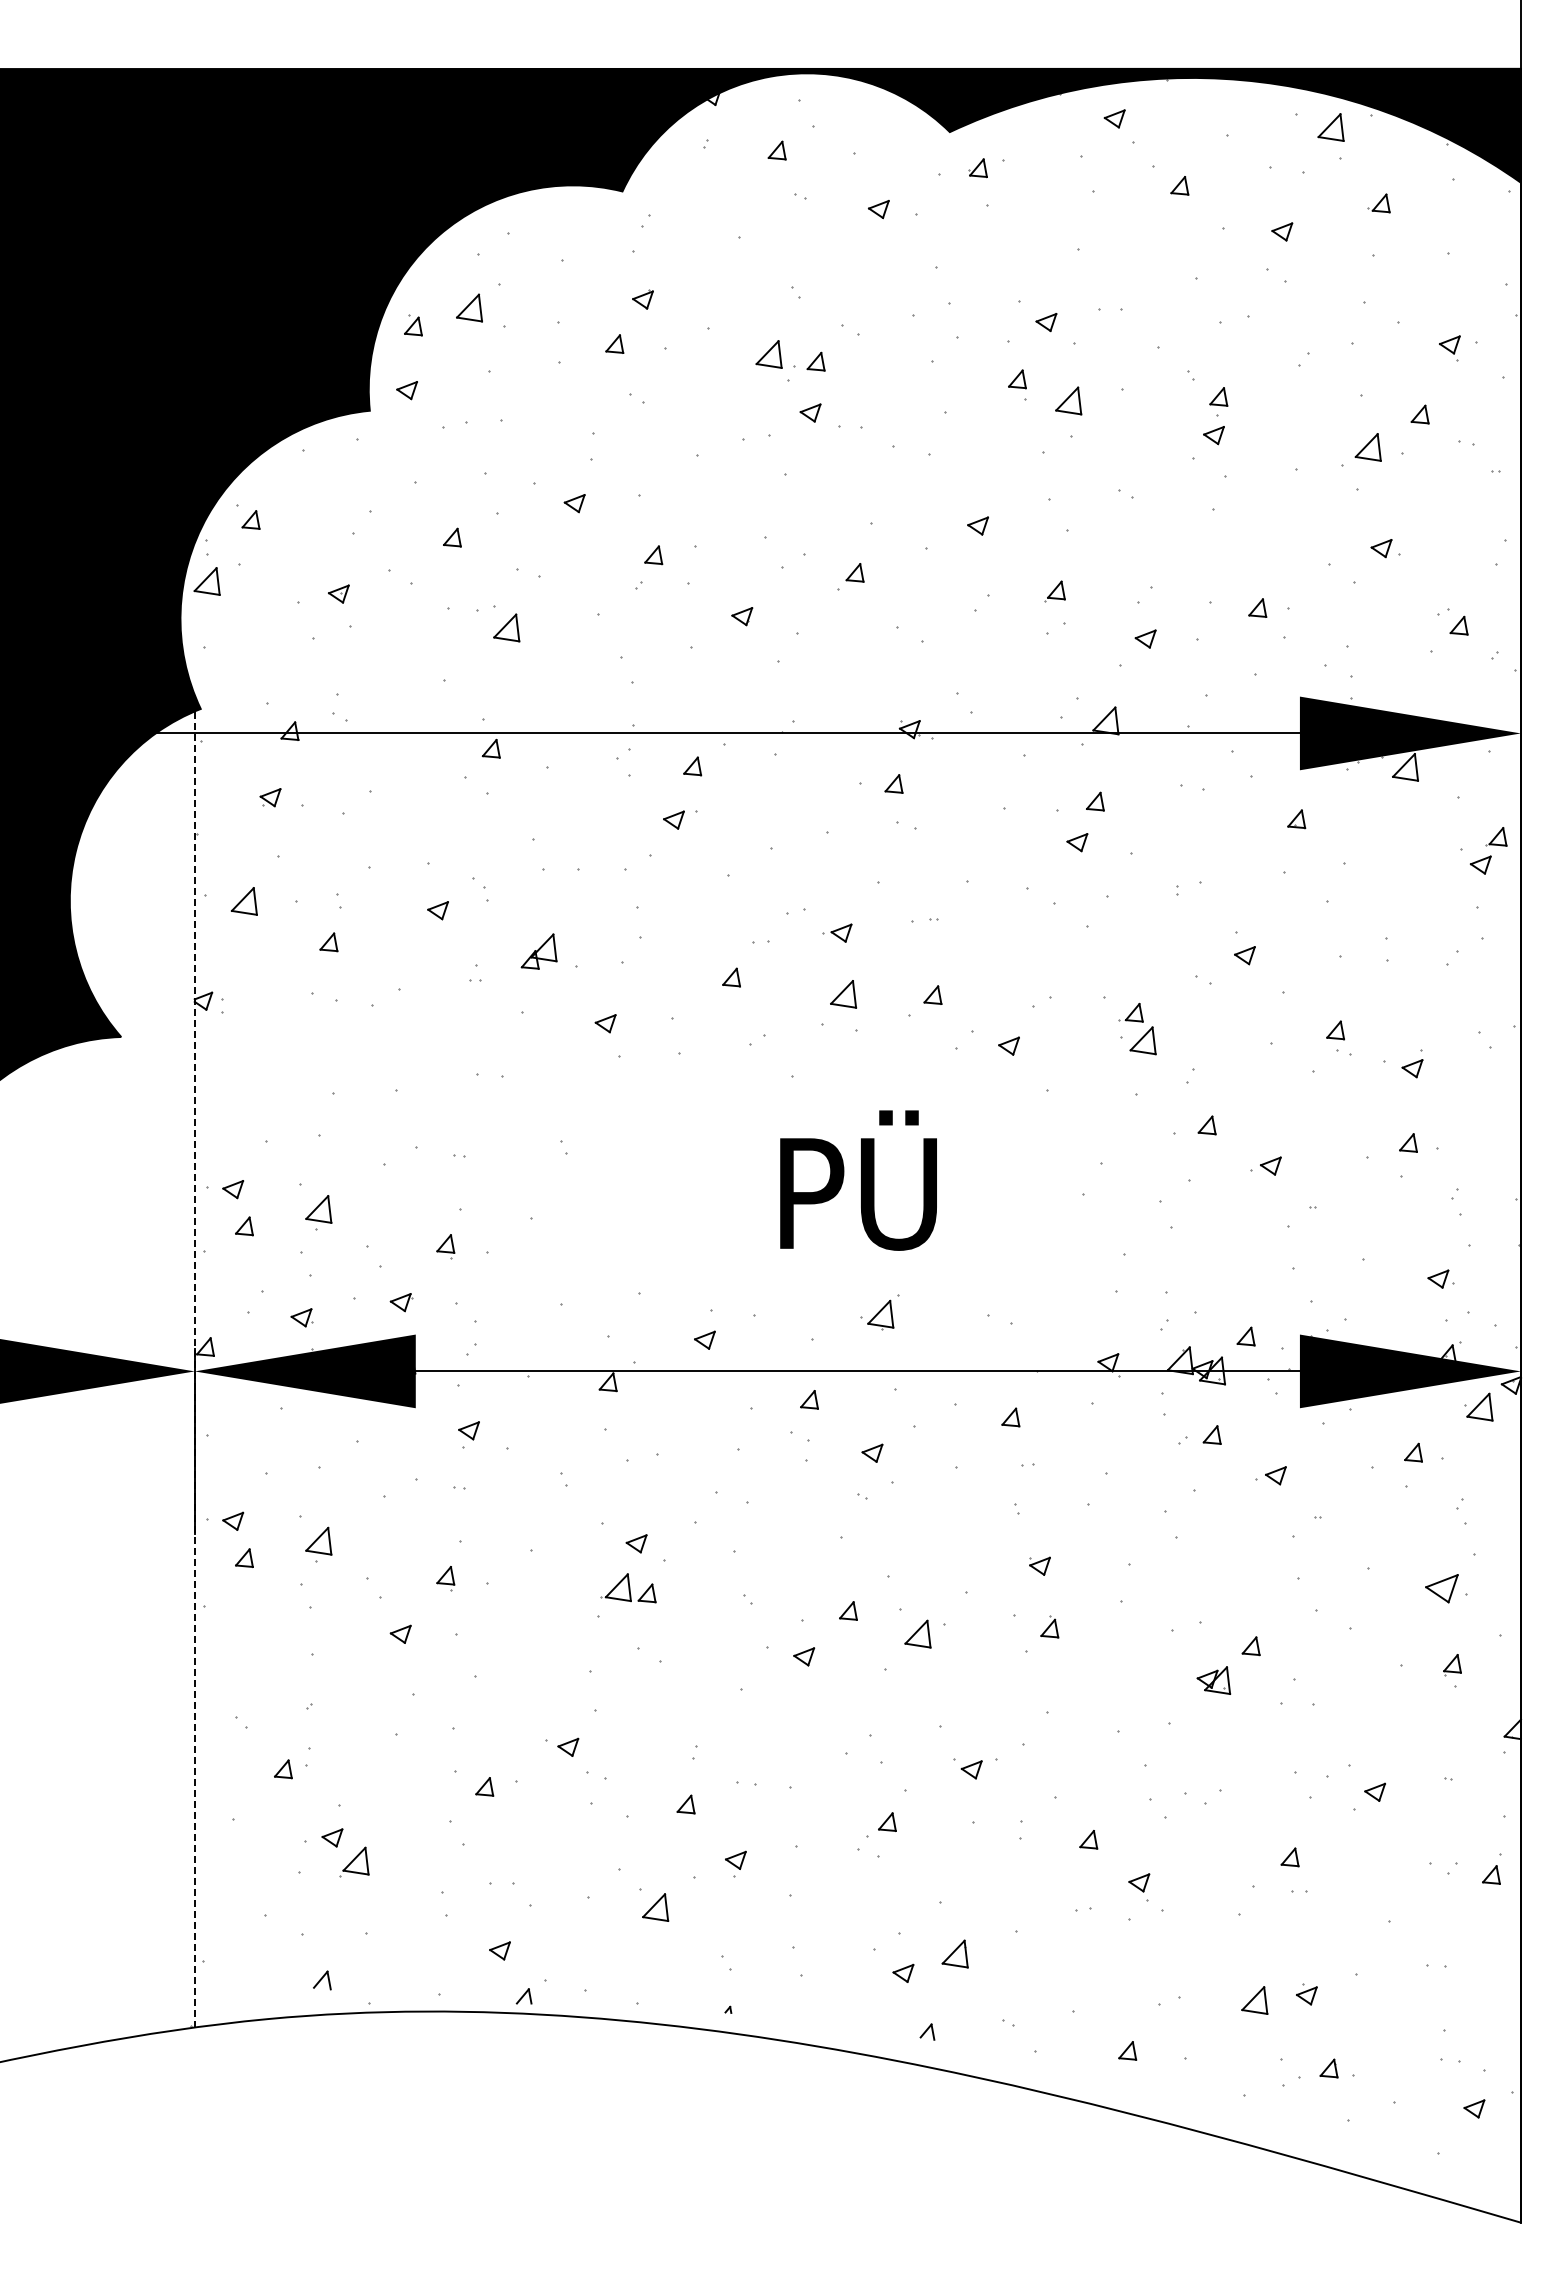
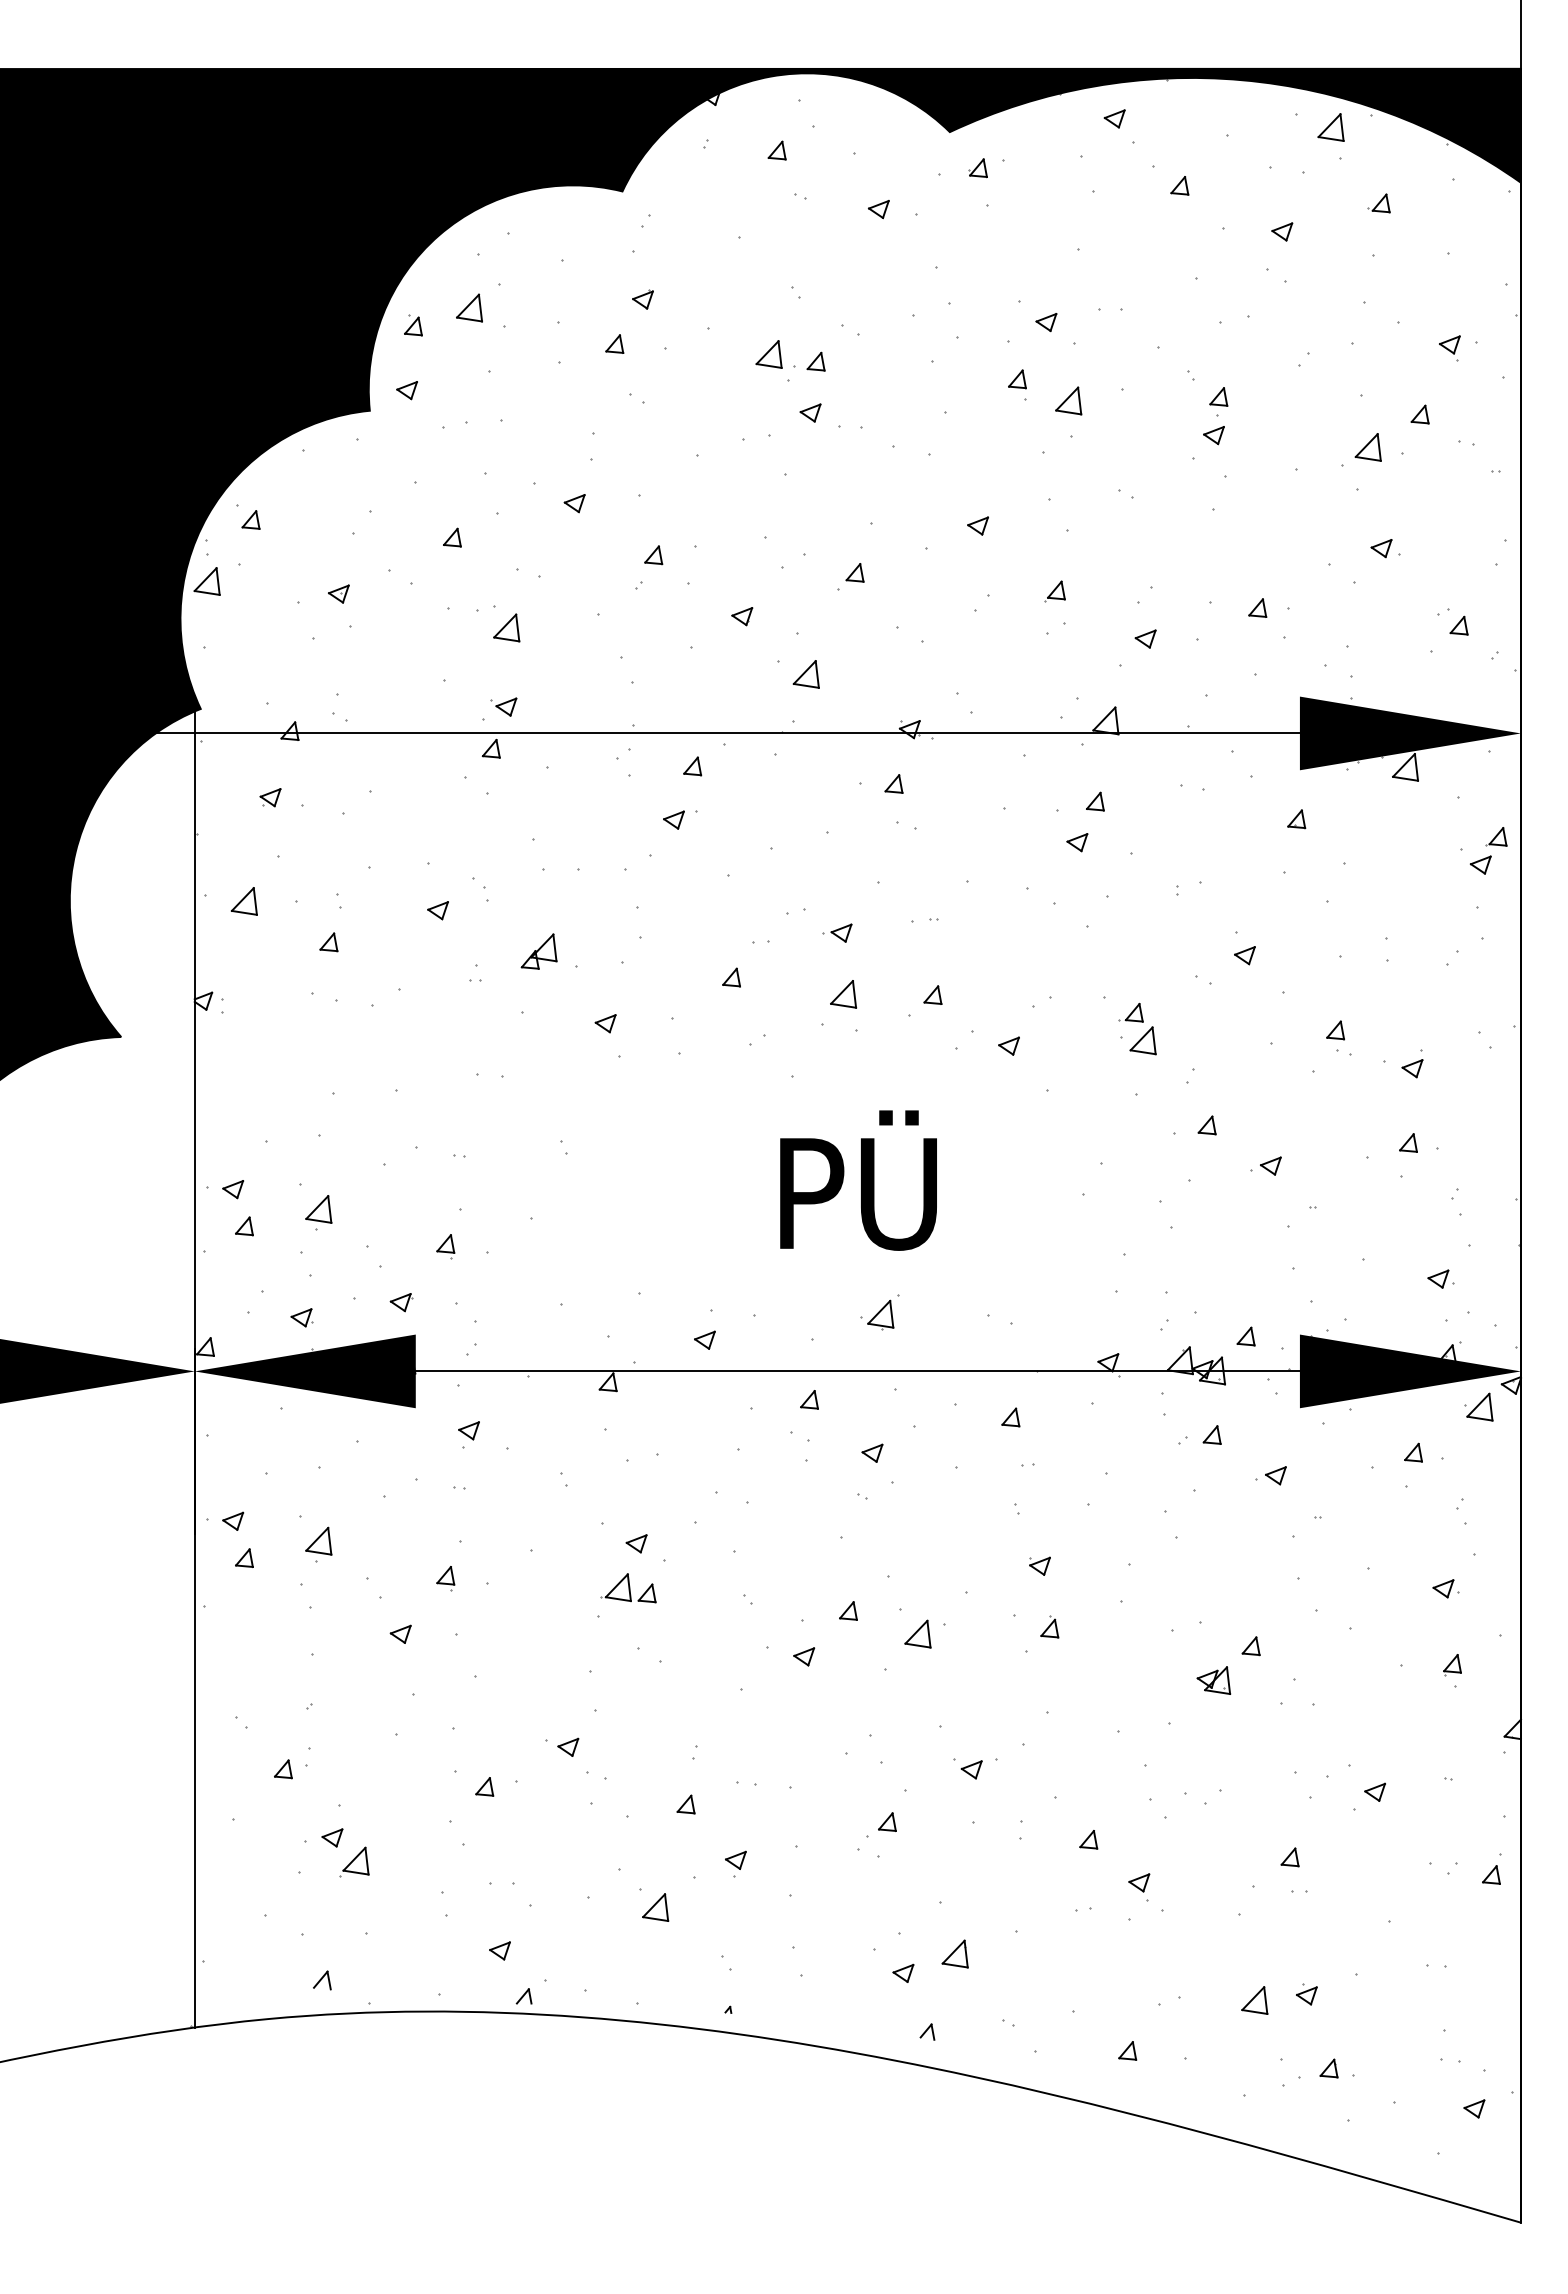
part at (805, 674): none -> present
part at (503, 706): none -> present
line at (194, 1368): dashed -> solid
part at (1446, 1588) size: 43x30 px -> 28x20 px
